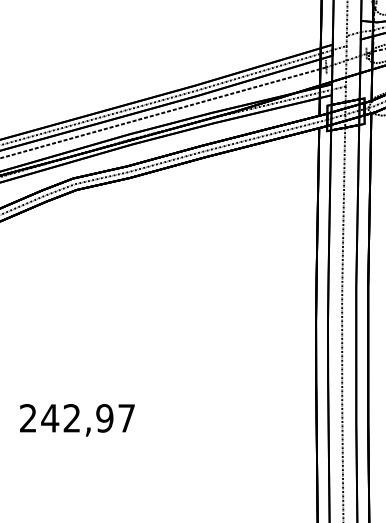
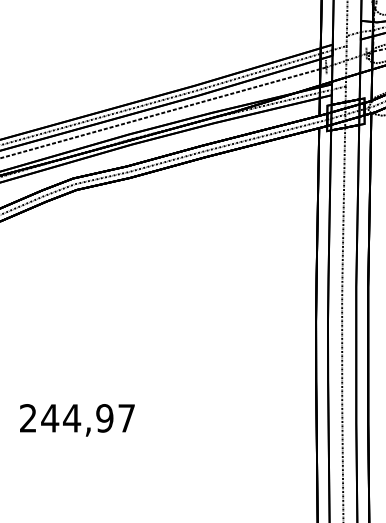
text at (72, 418): 242,97 -> 244,97
